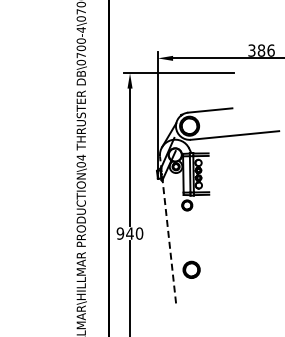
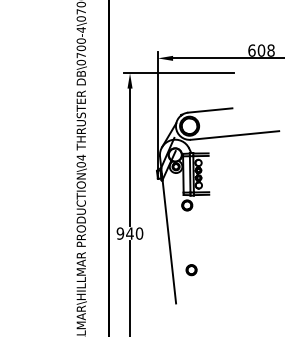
text at (261, 50): 386 -> 608
line at (168, 230): dashed -> solid
part at (191, 269) size: 19x19 px -> 13x13 px
